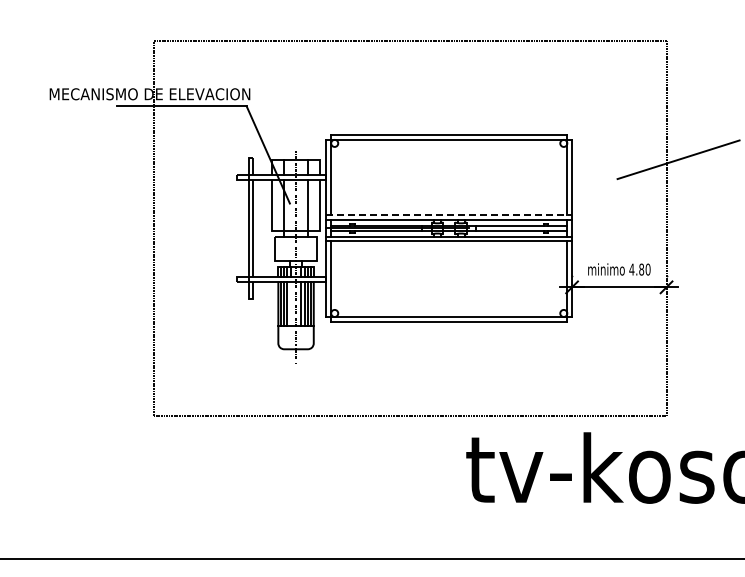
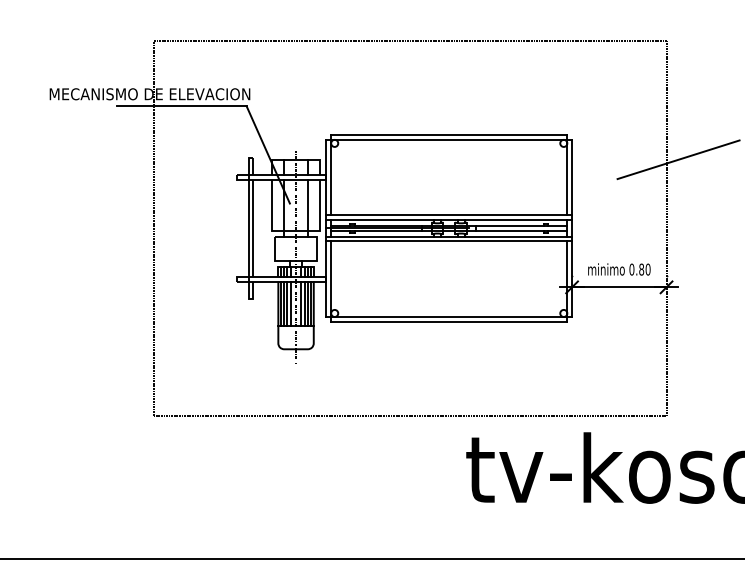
line at (449, 215): dashed -> solid
text at (631, 269): 4.80 -> 0.80
line at (291, 303): none -> present
